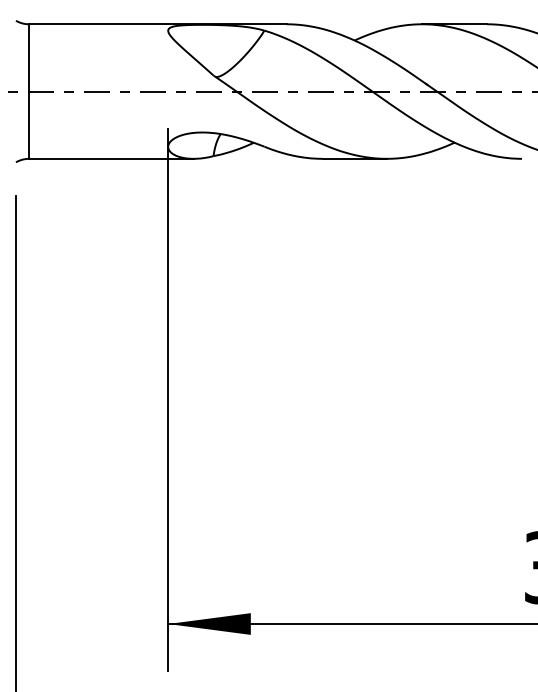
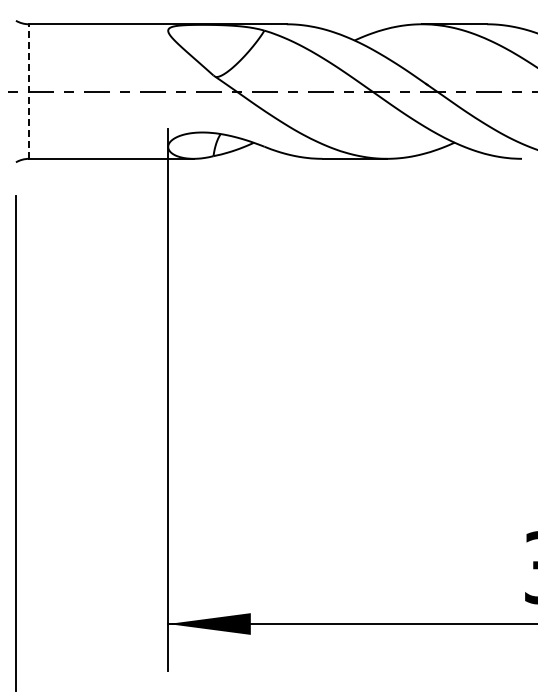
line at (29, 91): solid -> dashed
